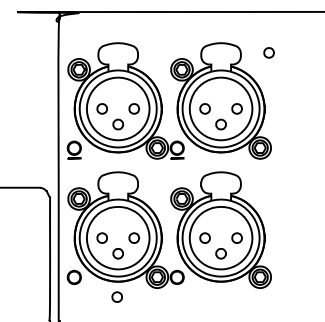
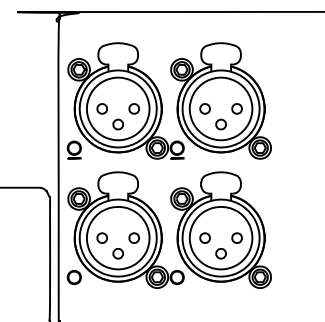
part at (268, 52): present -> none
part at (116, 296): present -> none
